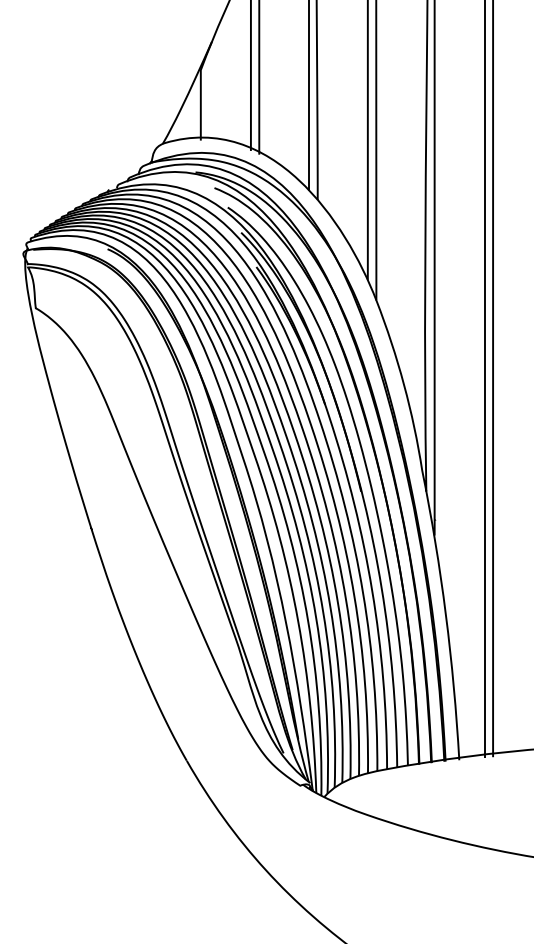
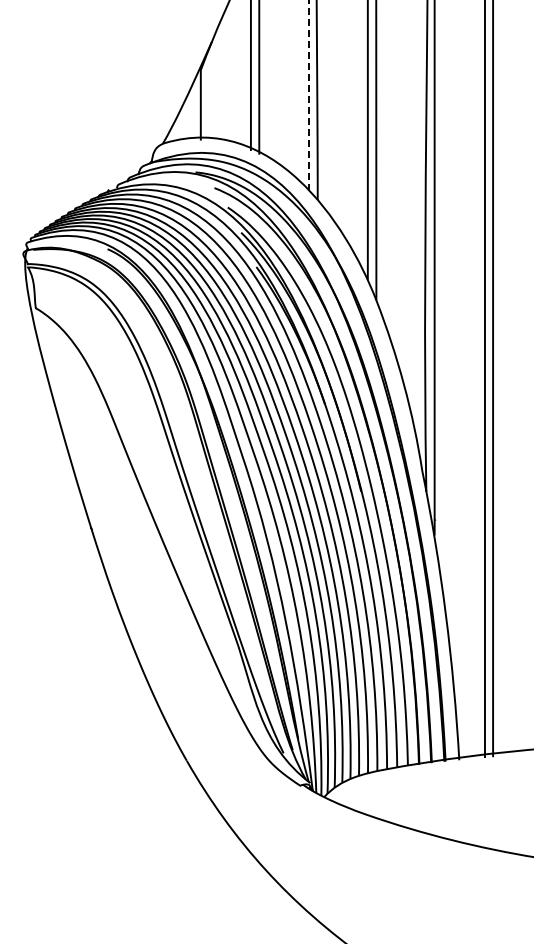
line at (309, 95): solid -> dashed
